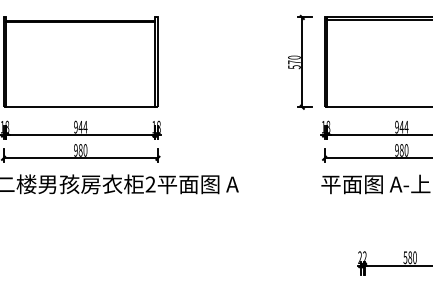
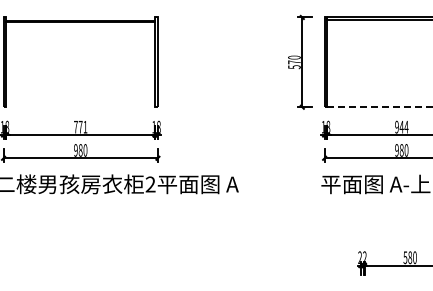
line at (80, 107): present -> none
line at (380, 107): solid -> dashed
text at (80, 126): 944 -> 771
